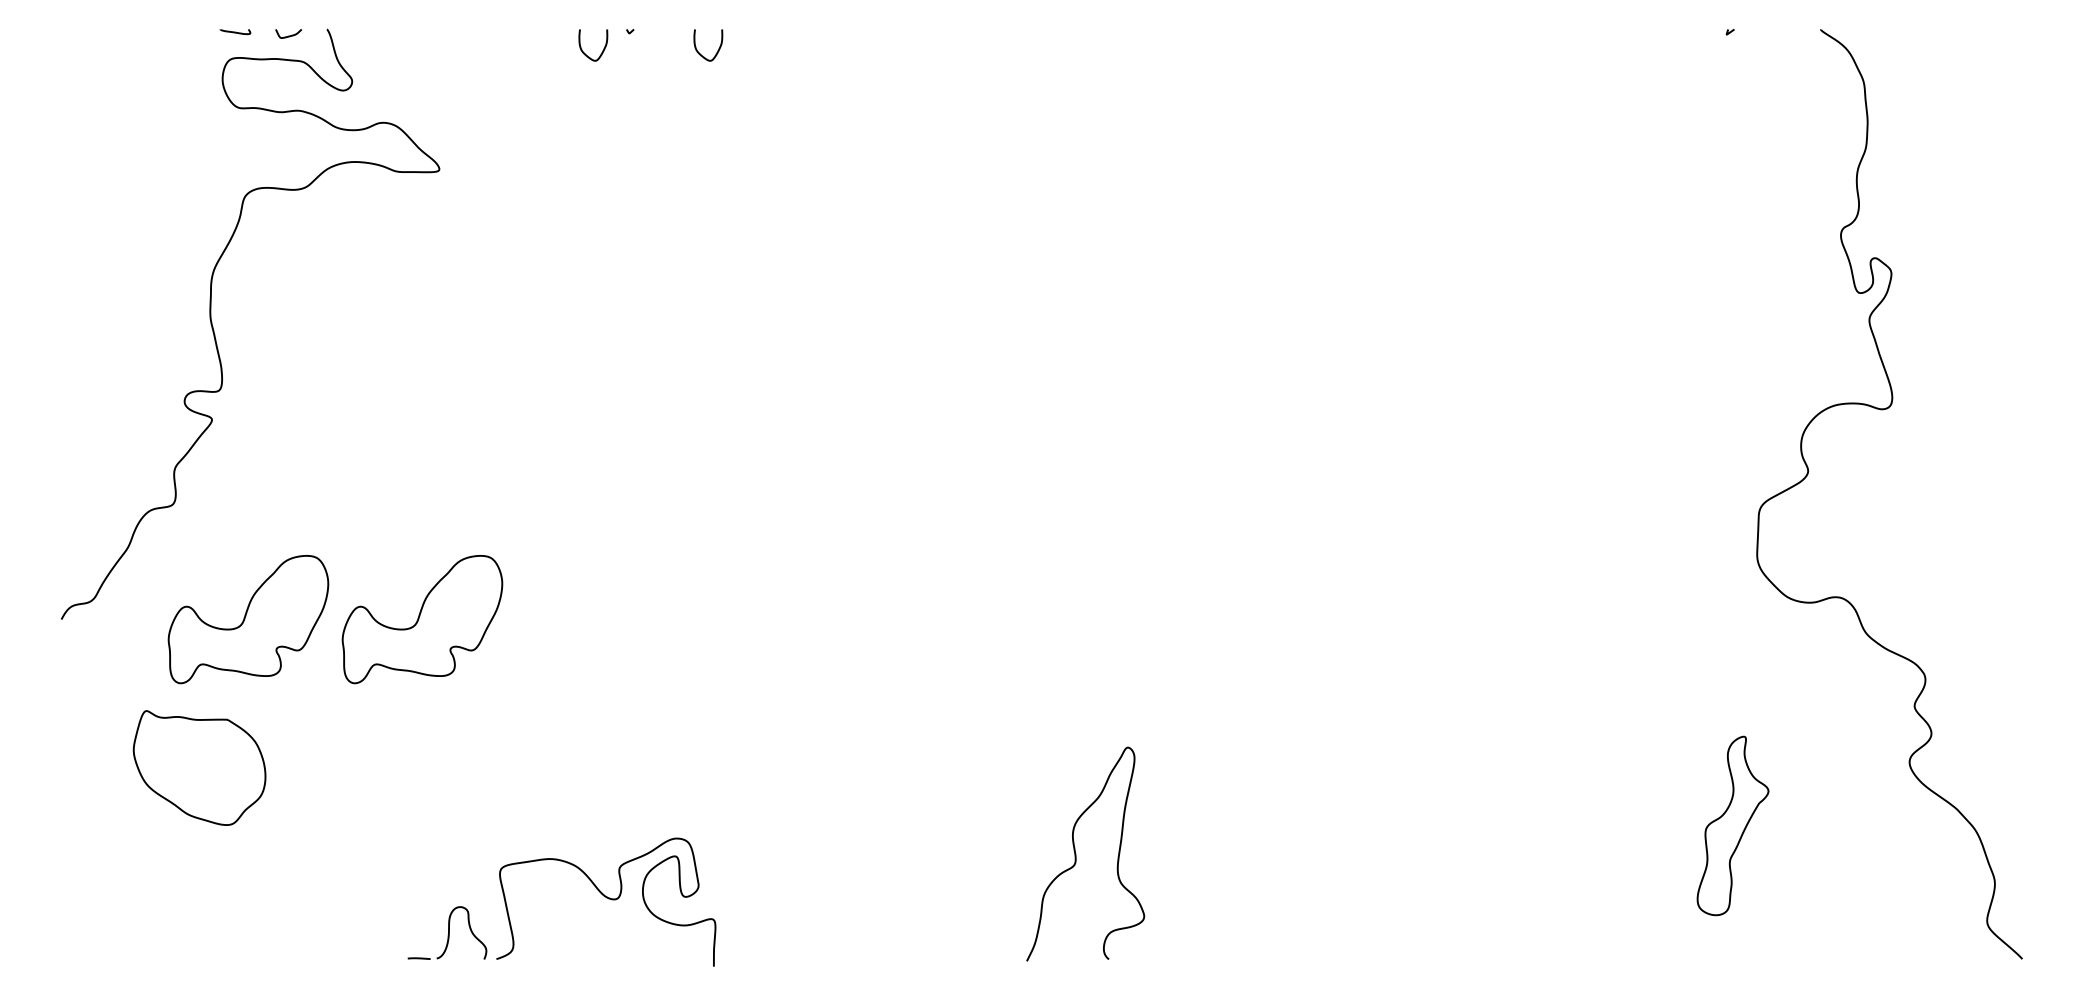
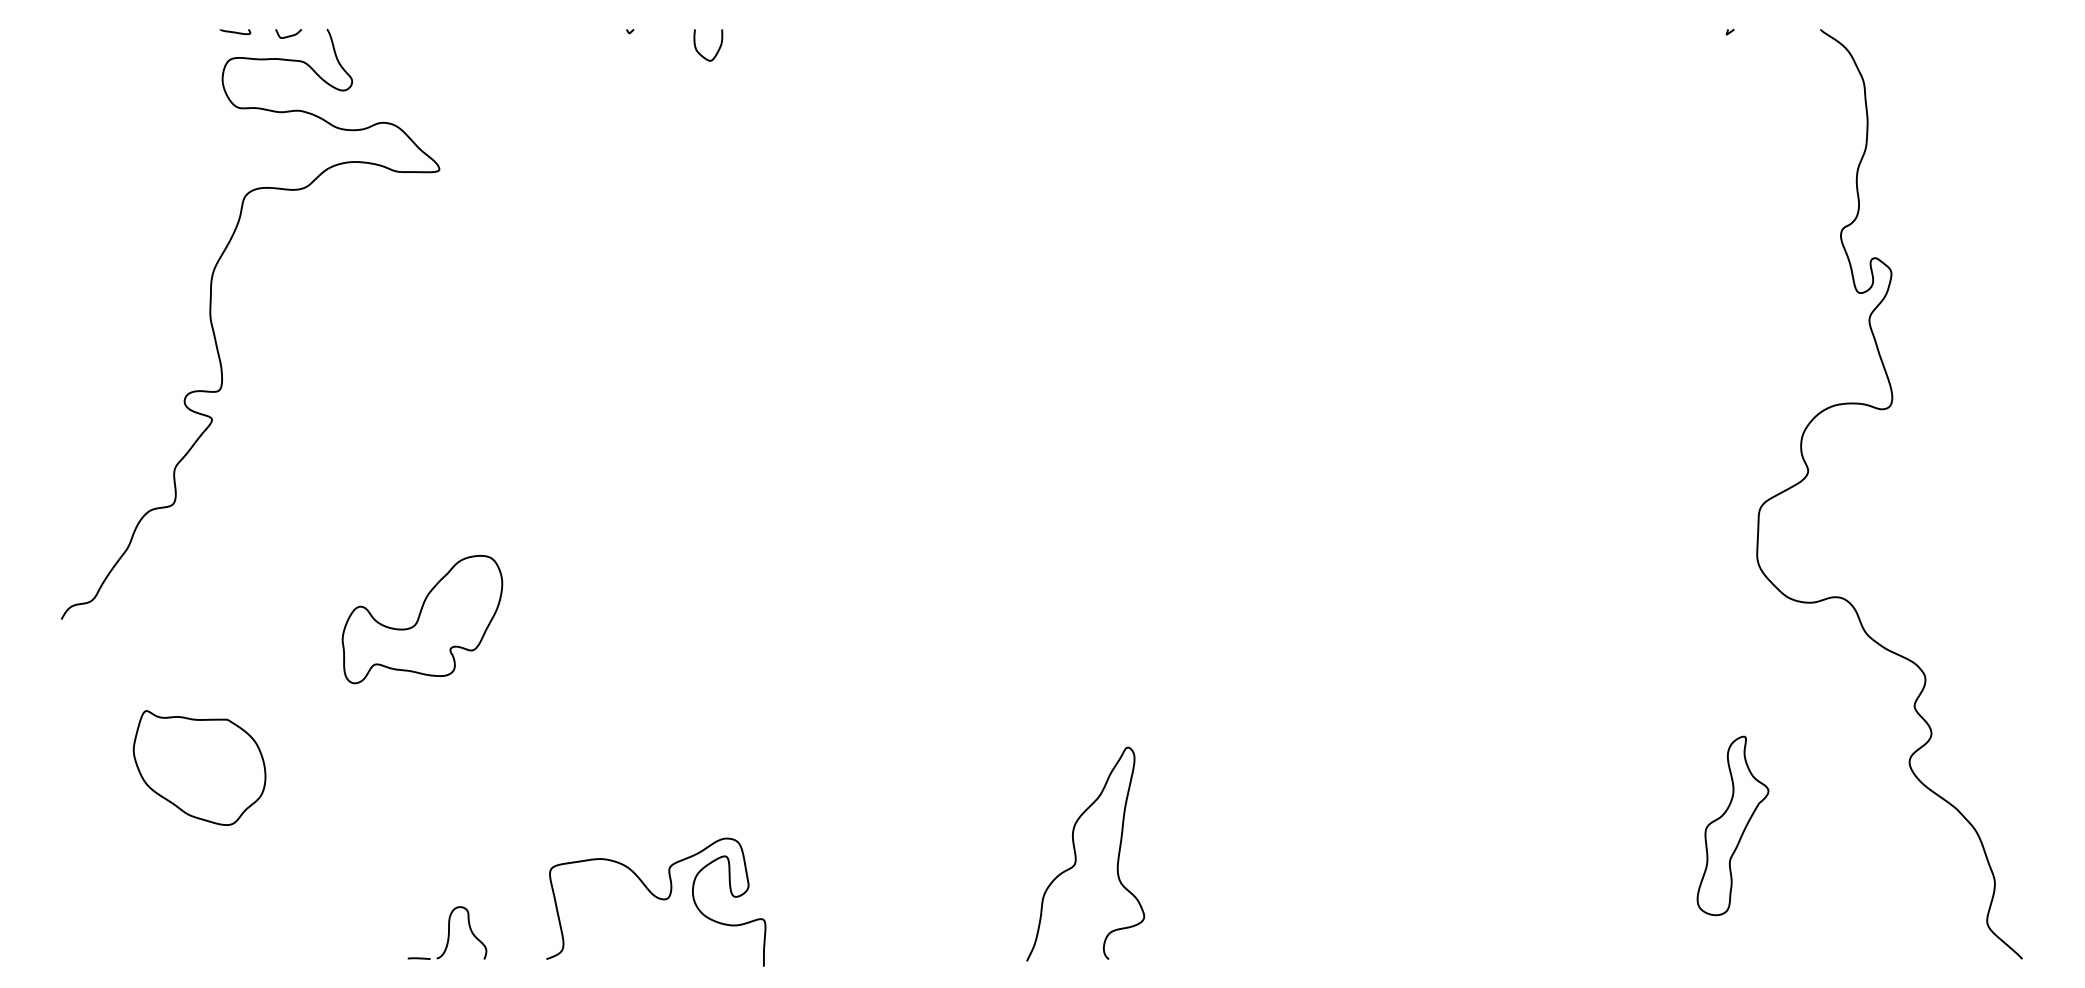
curve at (602, 50): present -> none
part at (248, 619): present -> none
curve at (608, 899) position: (608, 899) -> (658, 899)
